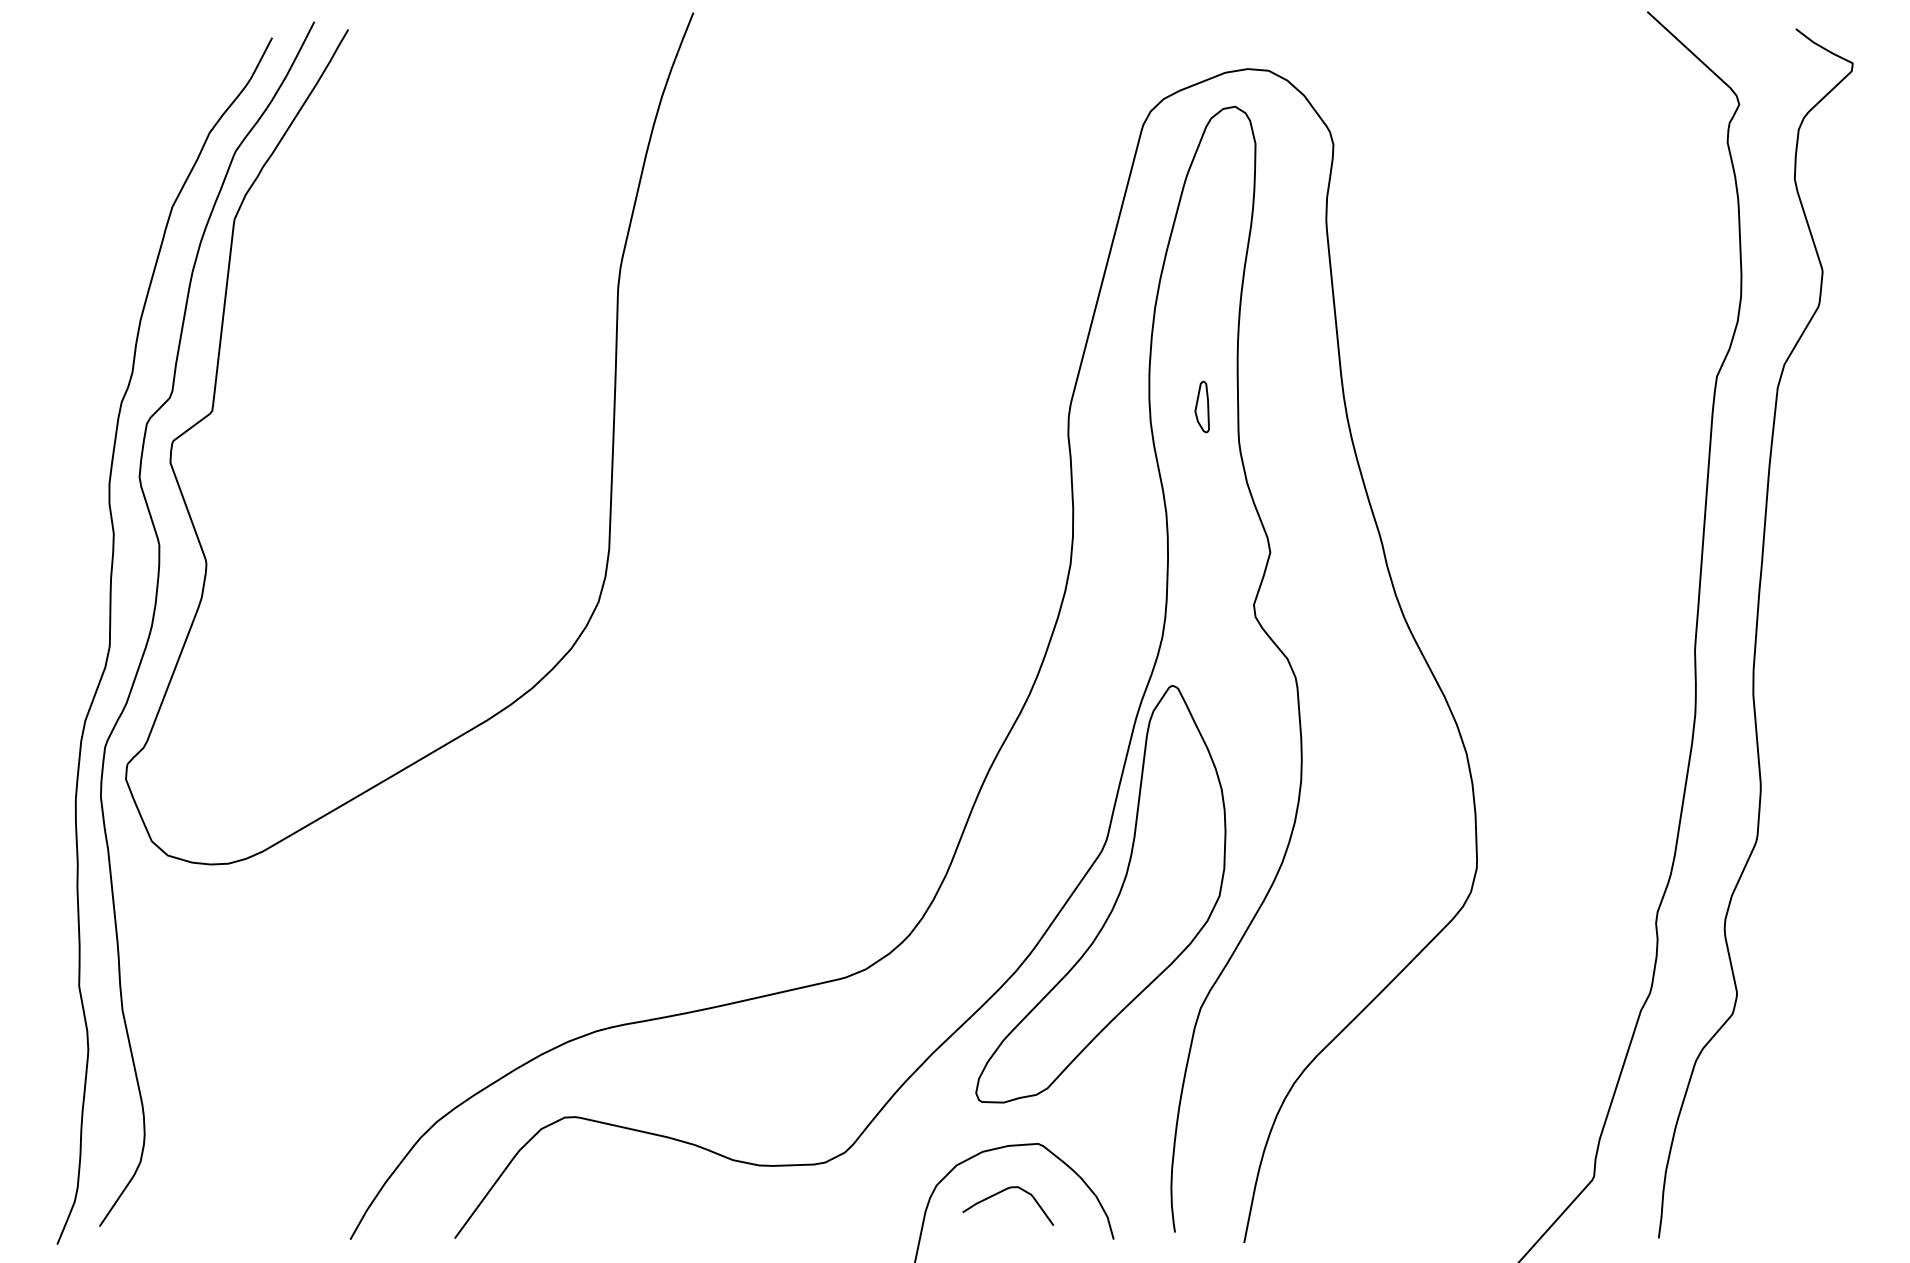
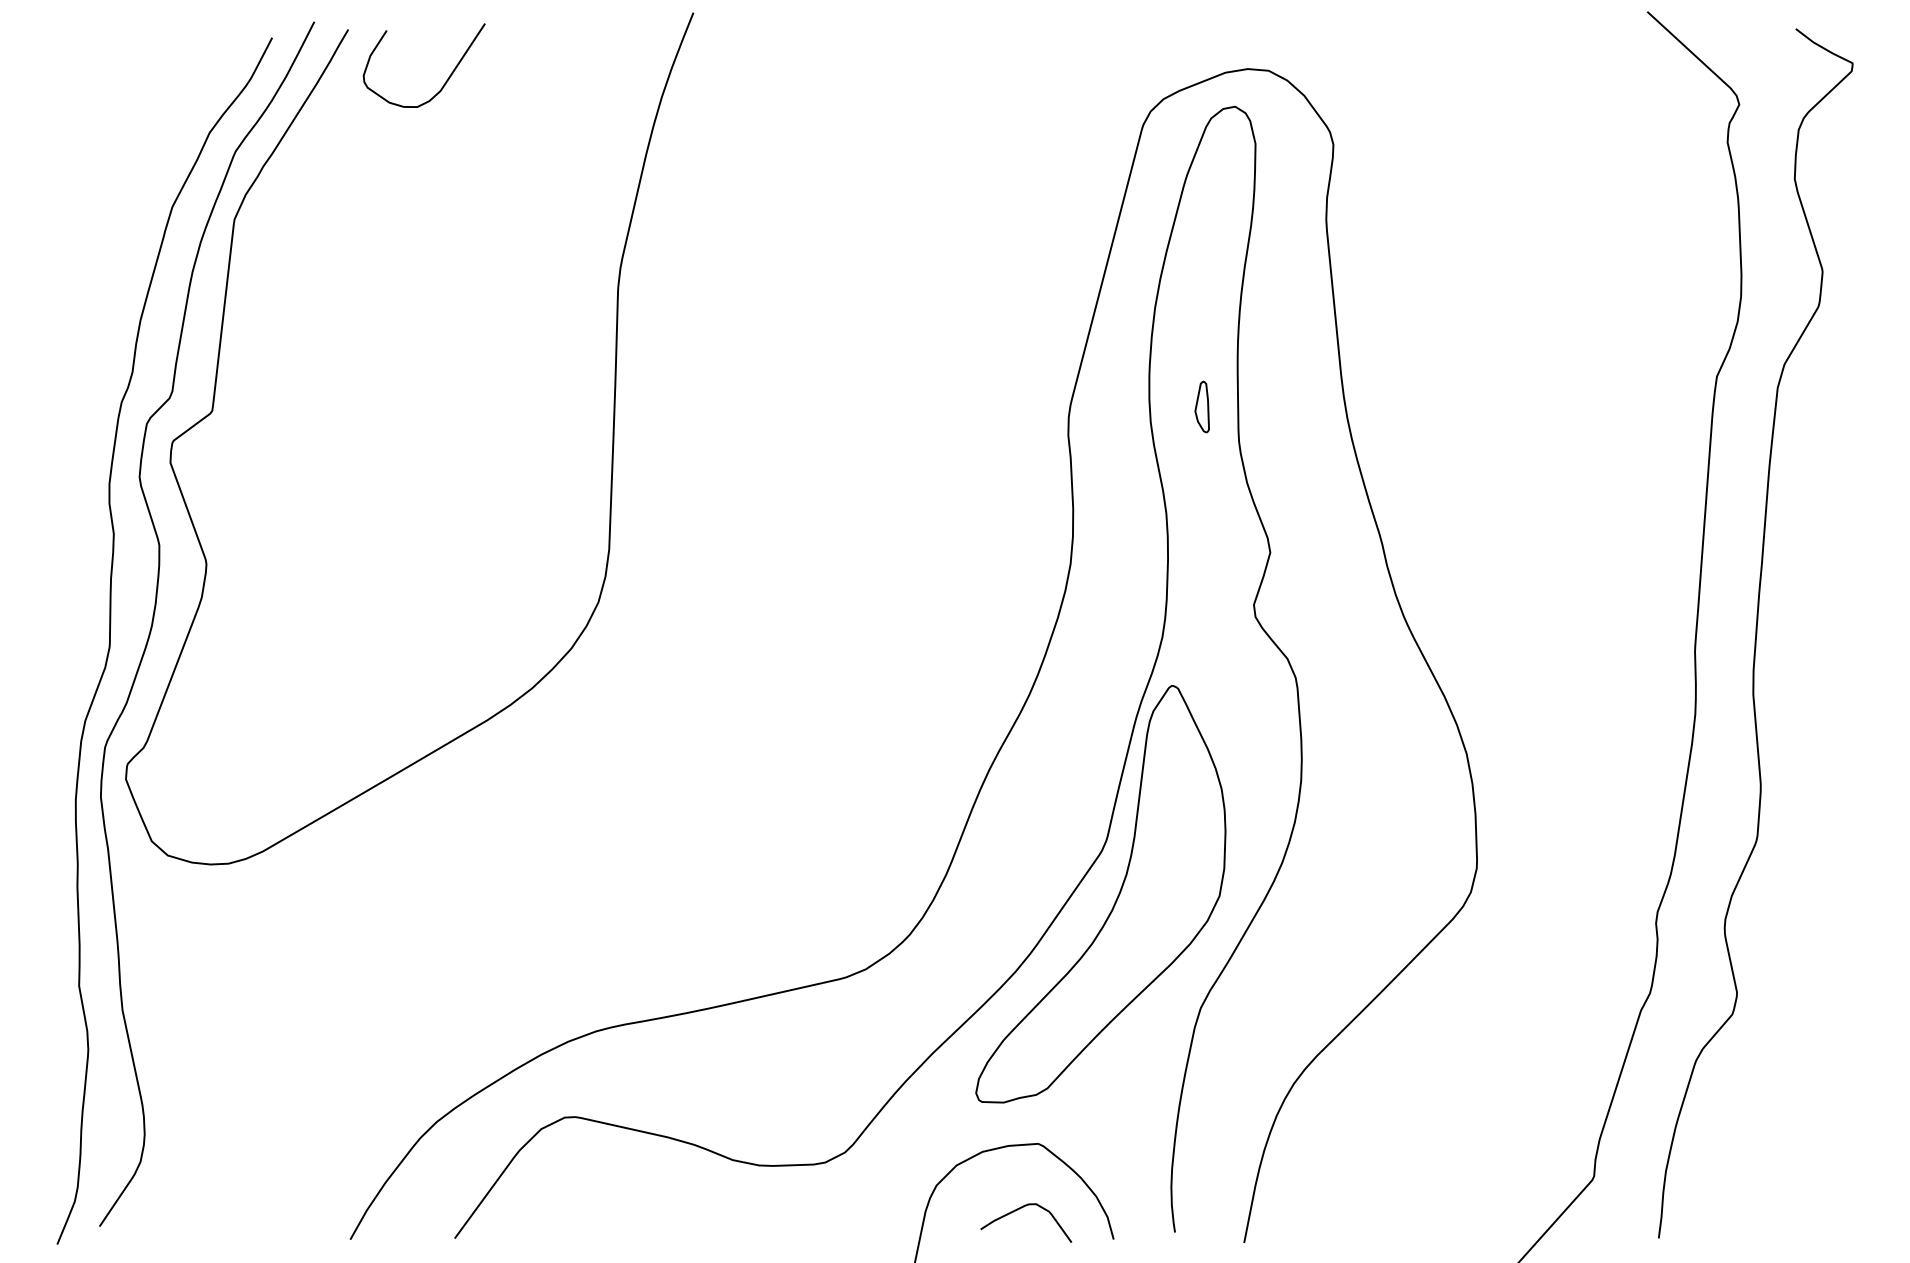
curve at (445, 81): none -> present
curve at (1001, 1192) position: (1001, 1192) -> (1019, 1209)
